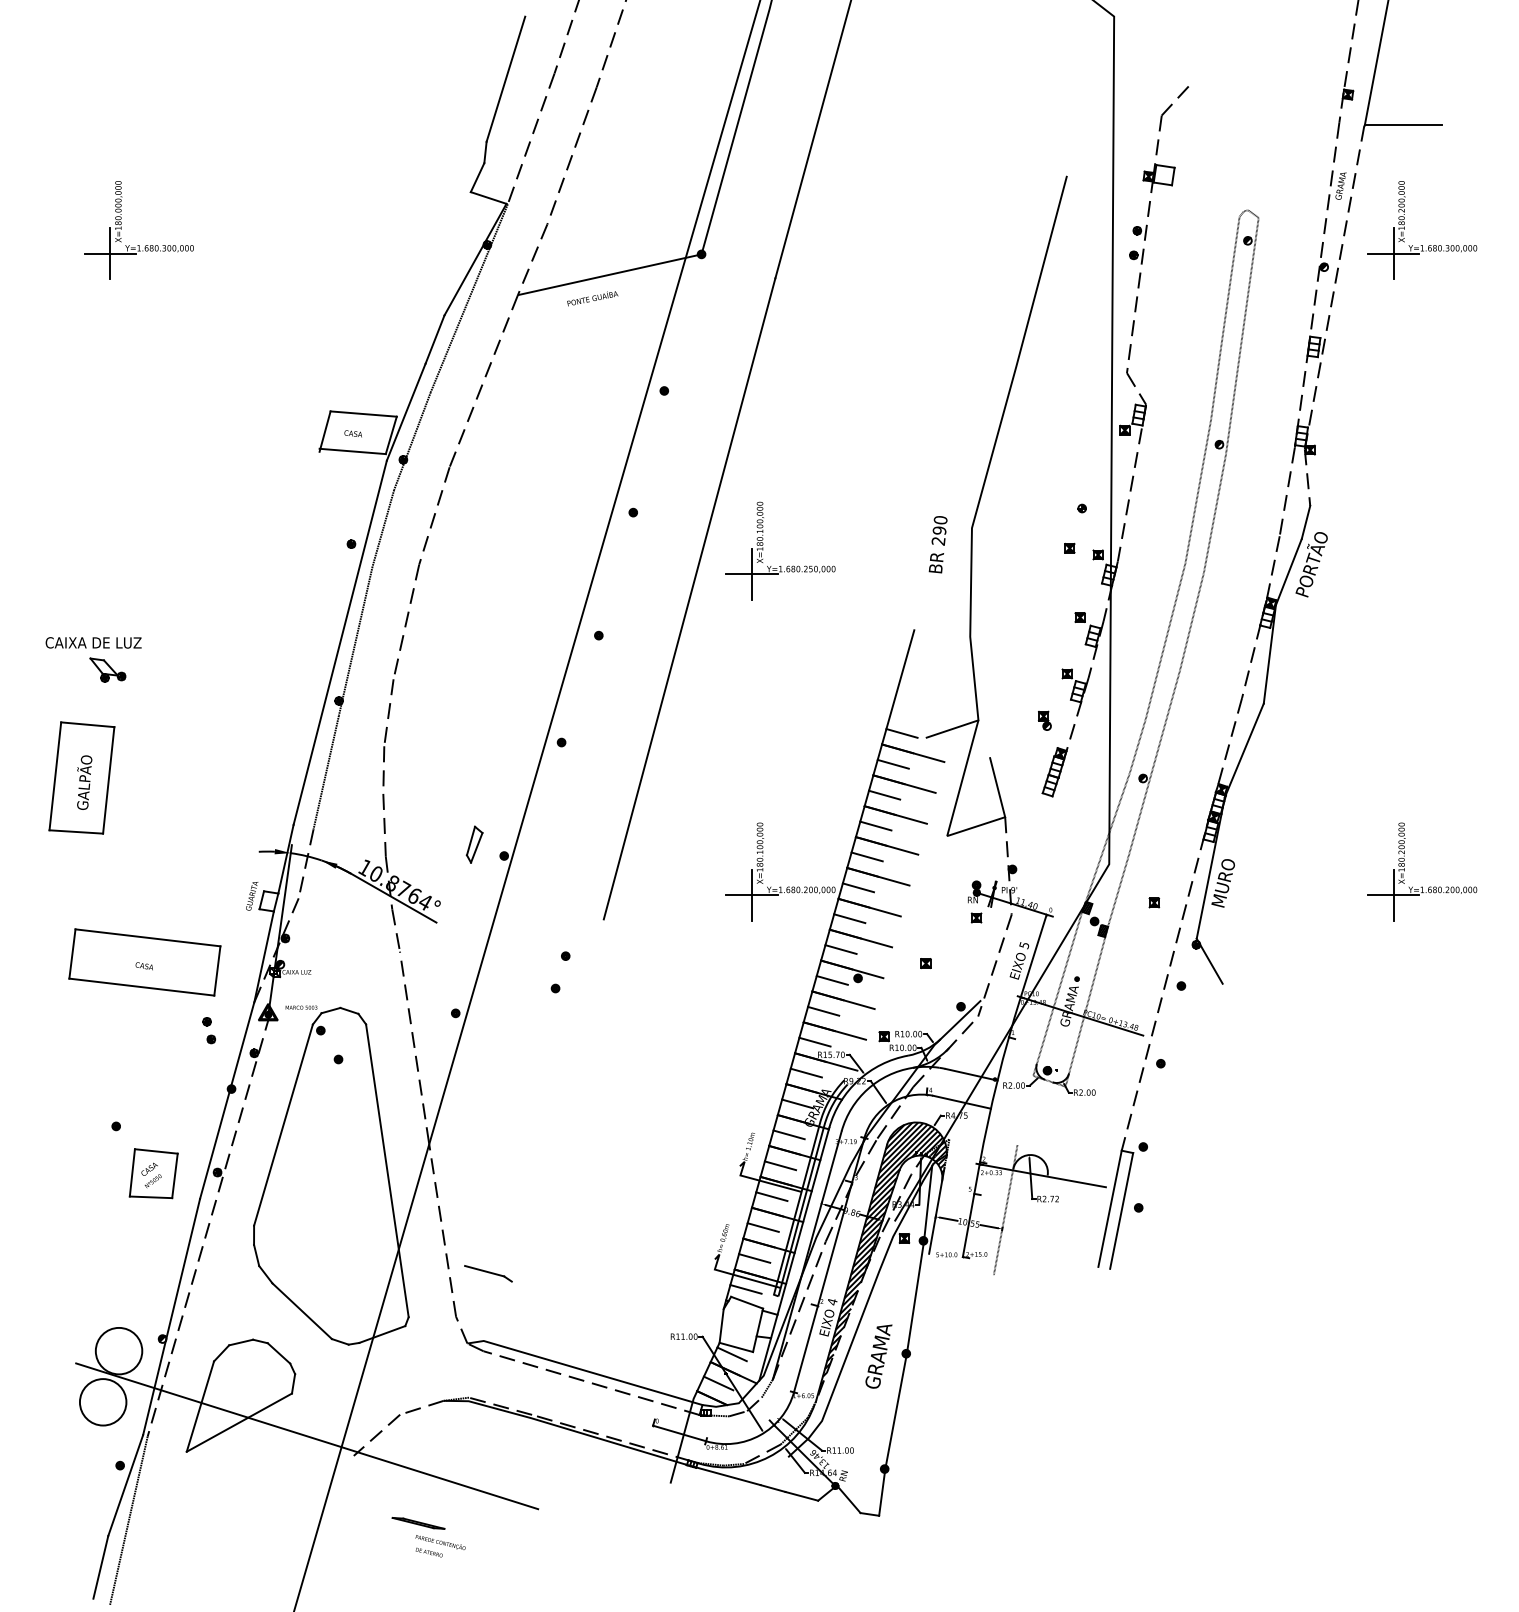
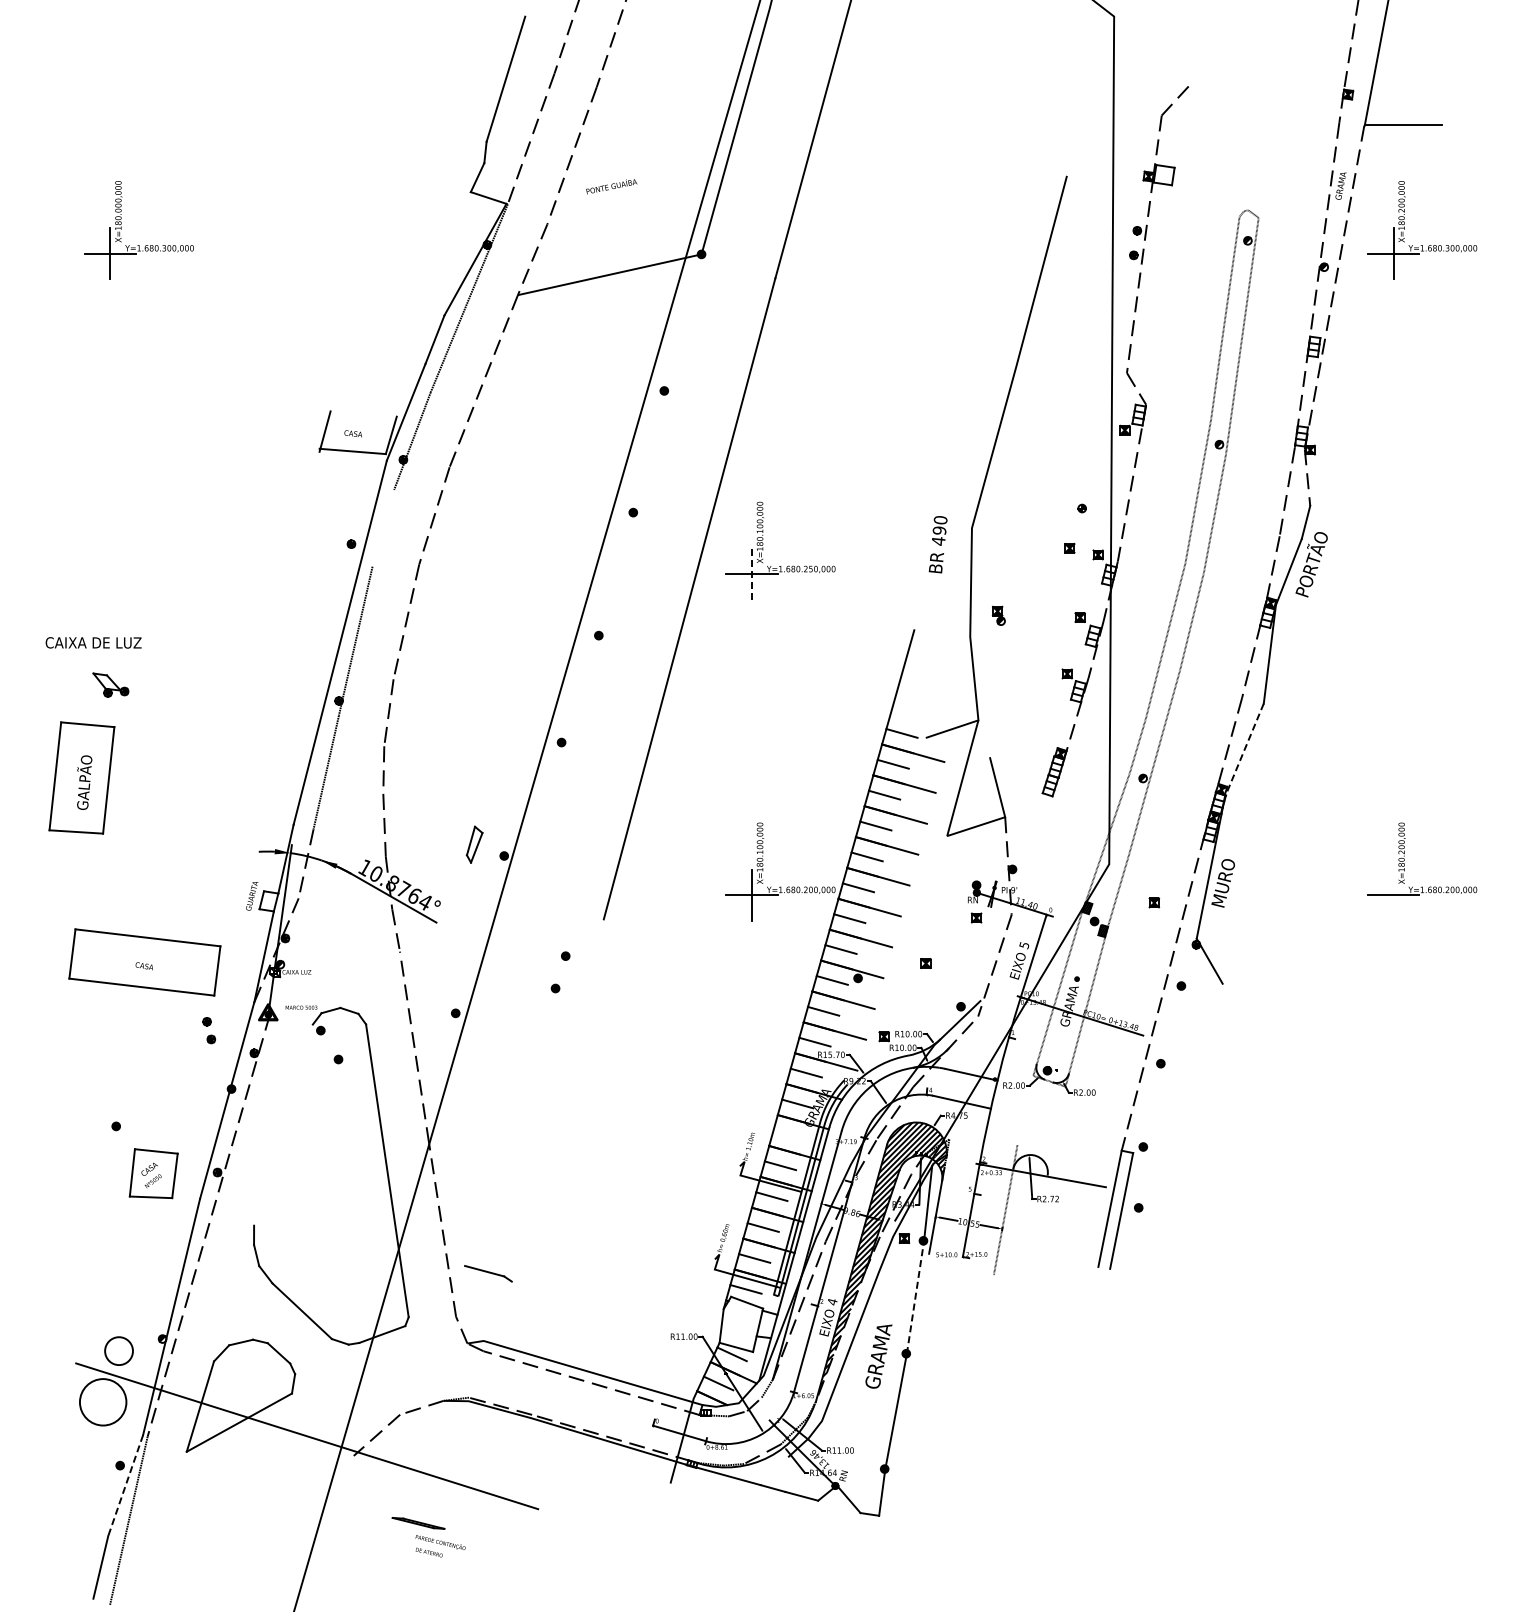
text at (592, 298) position: (592, 298) -> (611, 186)
line at (363, 413): present -> none
line at (383, 527): present -> none
text at (938, 541): 290 -> 490
line at (751, 574): solid -> dashed
part at (107, 669) position: (107, 669) -> (110, 684)
part at (1044, 720) position: (1044, 720) -> (998, 615)
line at (1244, 750): solid -> dashed
line at (1393, 894): present -> none
line at (283, 1124): present -> none
line at (788, 1134): present -> none
line at (915, 1297): solid -> dashed
circle at (118, 1350) diameter: 46 px -> 28 px
line at (125, 1486): solid -> dashed
